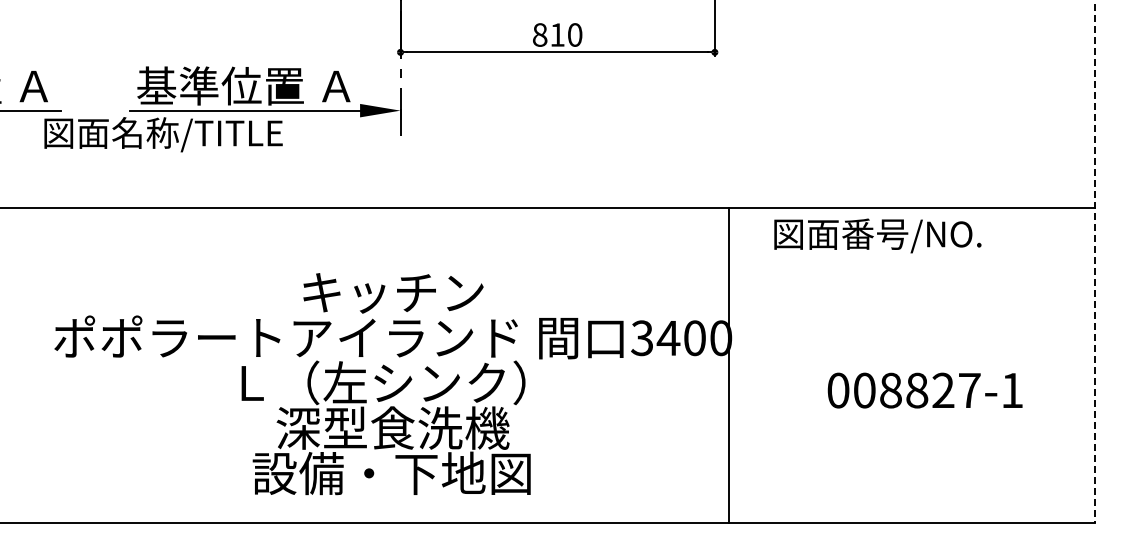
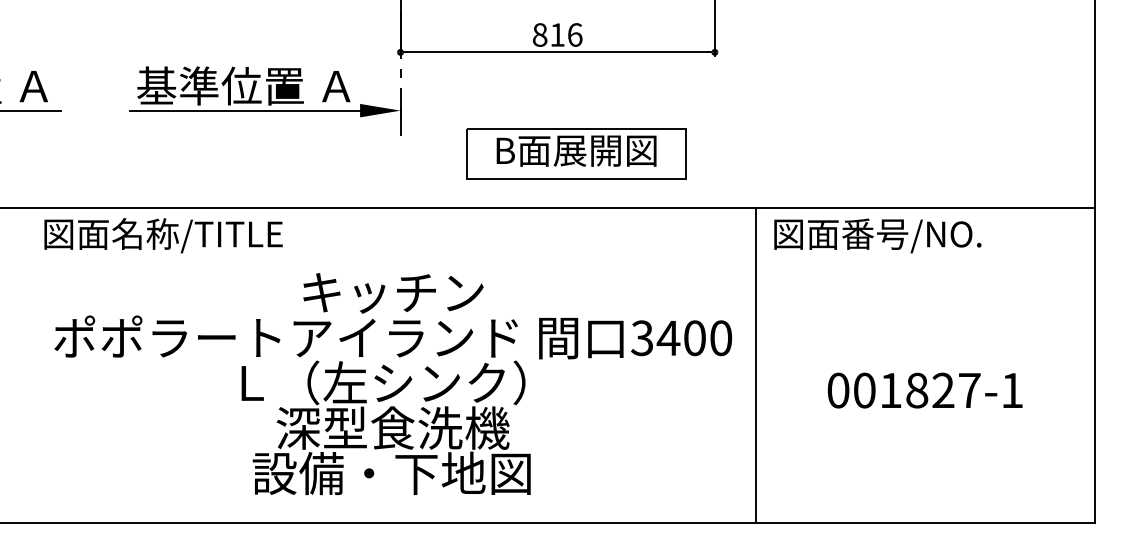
text at (575, 34): 810 -> 816
text at (163, 134) position: (163, 134) -> (163, 235)
part at (576, 153): none -> present
line at (1095, 261): dashed -> solid
line at (728, 365) position: (728, 365) -> (755, 365)
text at (890, 390): 008827-1 -> 001827-1
